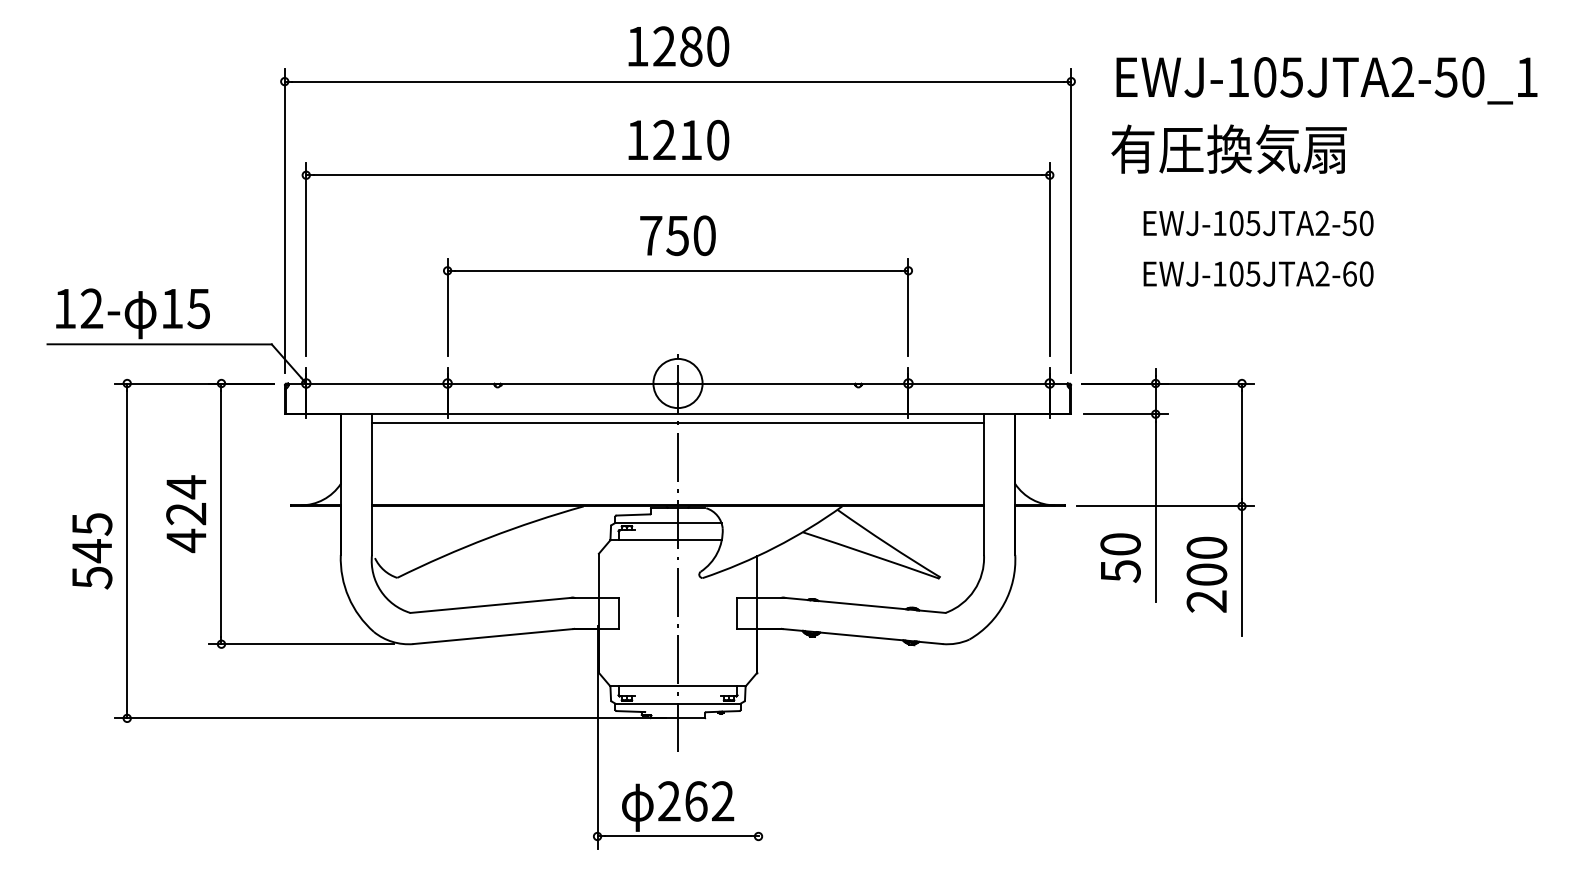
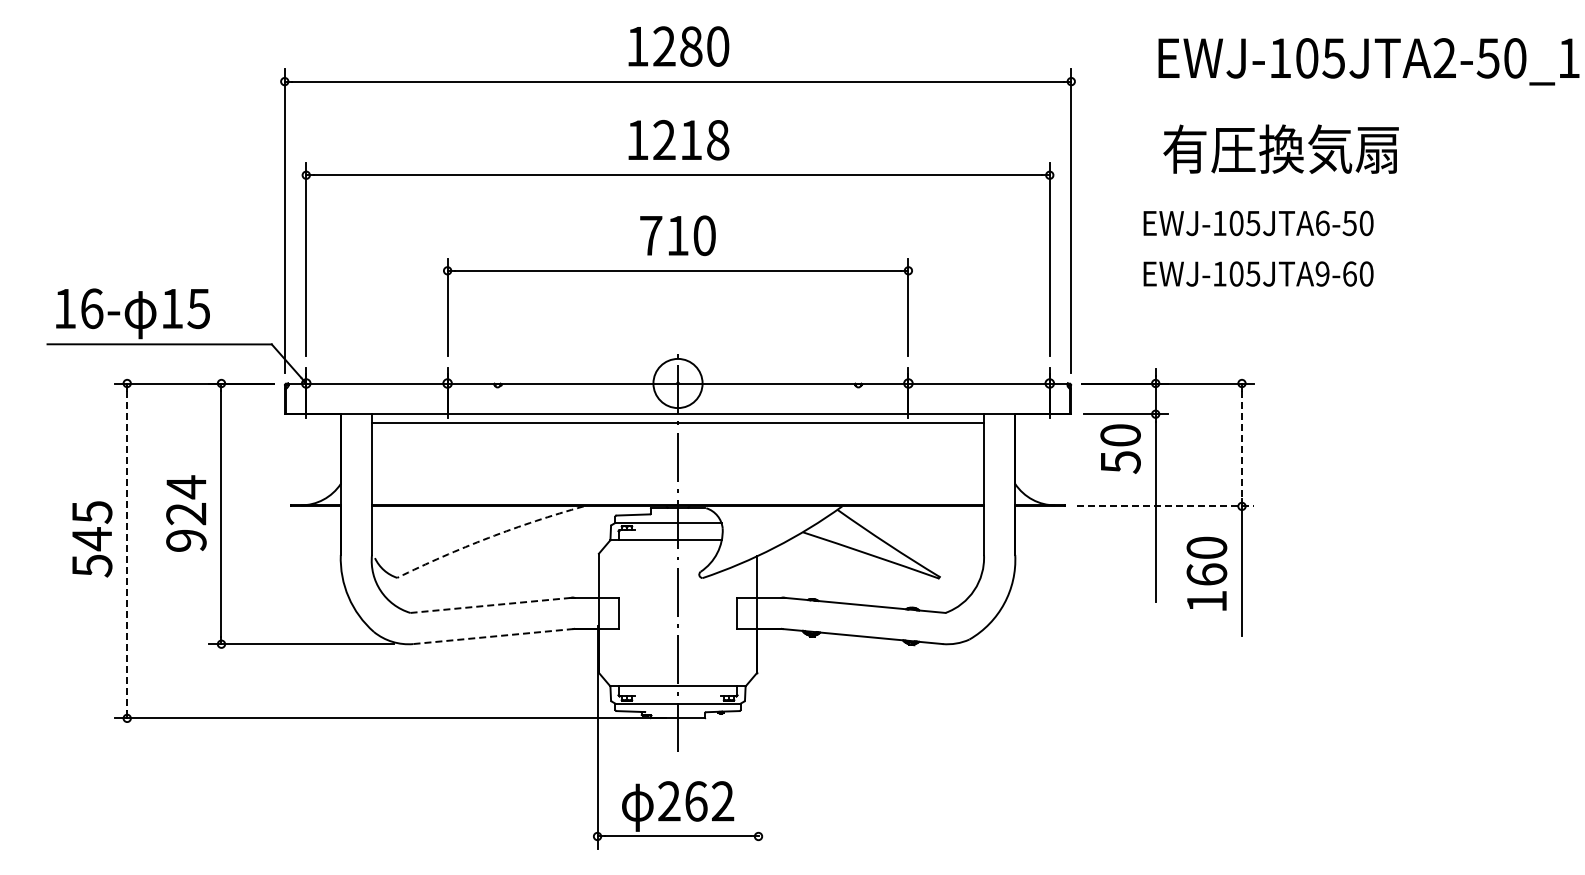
text at (1326, 80) position: (1326, 80) -> (1368, 61)
text at (718, 139): 1210 -> 1218
text at (1228, 148) position: (1228, 148) -> (1280, 148)
text at (1322, 223): EWJ-105JTA2-50 -> EWJ-105JTA6-50
text at (677, 236): 750 -> 710
text at (1322, 273): EWJ-105JTA2-60 -> EWJ-105JTA9-60
text at (91, 308): 12- -> 16-
line at (1241, 445): solid -> dashed
line at (1166, 506): solid -> dashed
arc at (488, 537): solid -> dashed
text at (186, 540): 424 -> 924
text at (92, 551) position: (92, 551) -> (92, 539)
line at (127, 551): solid -> dashed
text at (1120, 557) position: (1120, 557) -> (1120, 448)
text at (1206, 587): 200 -> 160
line at (490, 605): solid -> dashed
line at (493, 636): solid -> dashed
